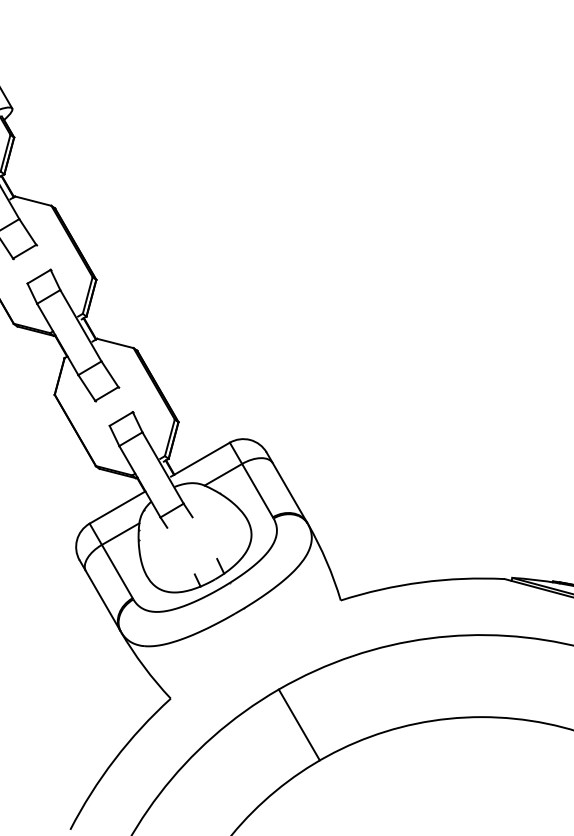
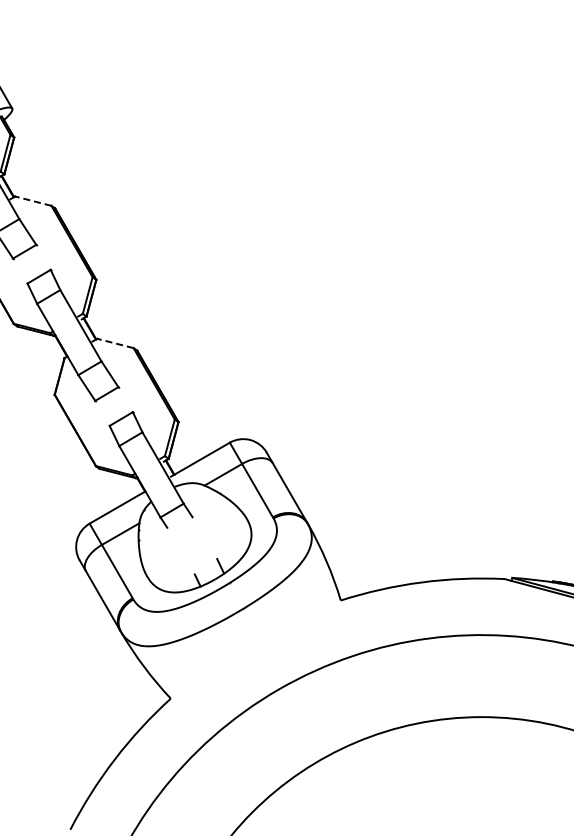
line at (33, 201): solid -> dashed
line at (115, 343): solid -> dashed
line at (298, 724): present -> none
